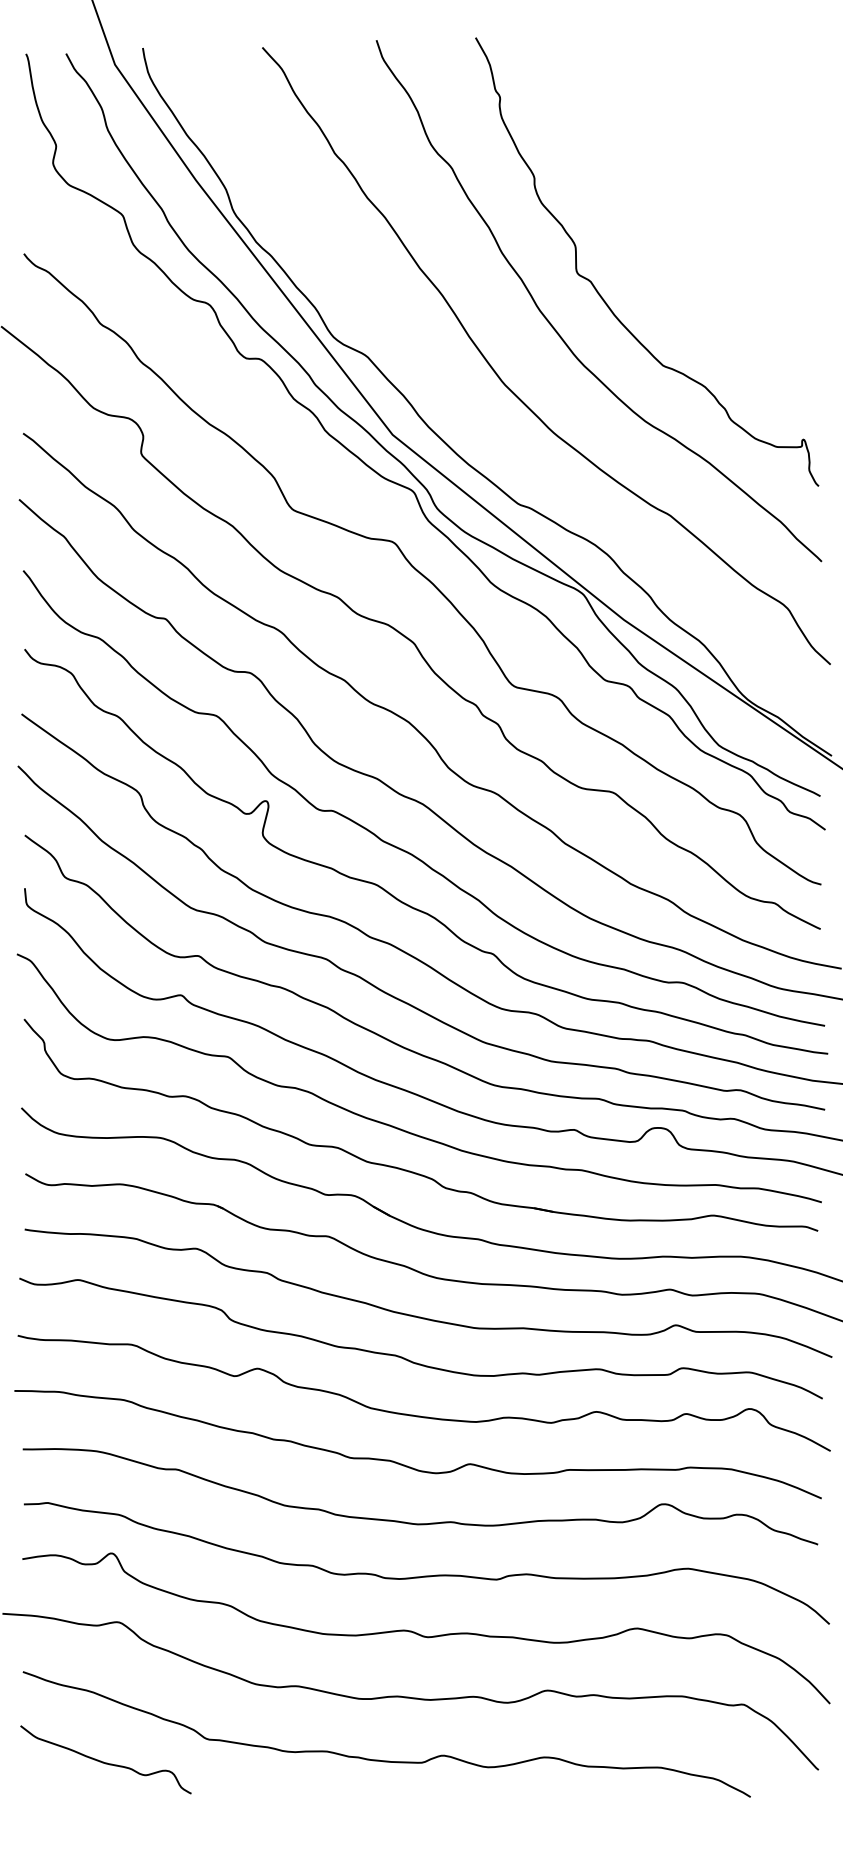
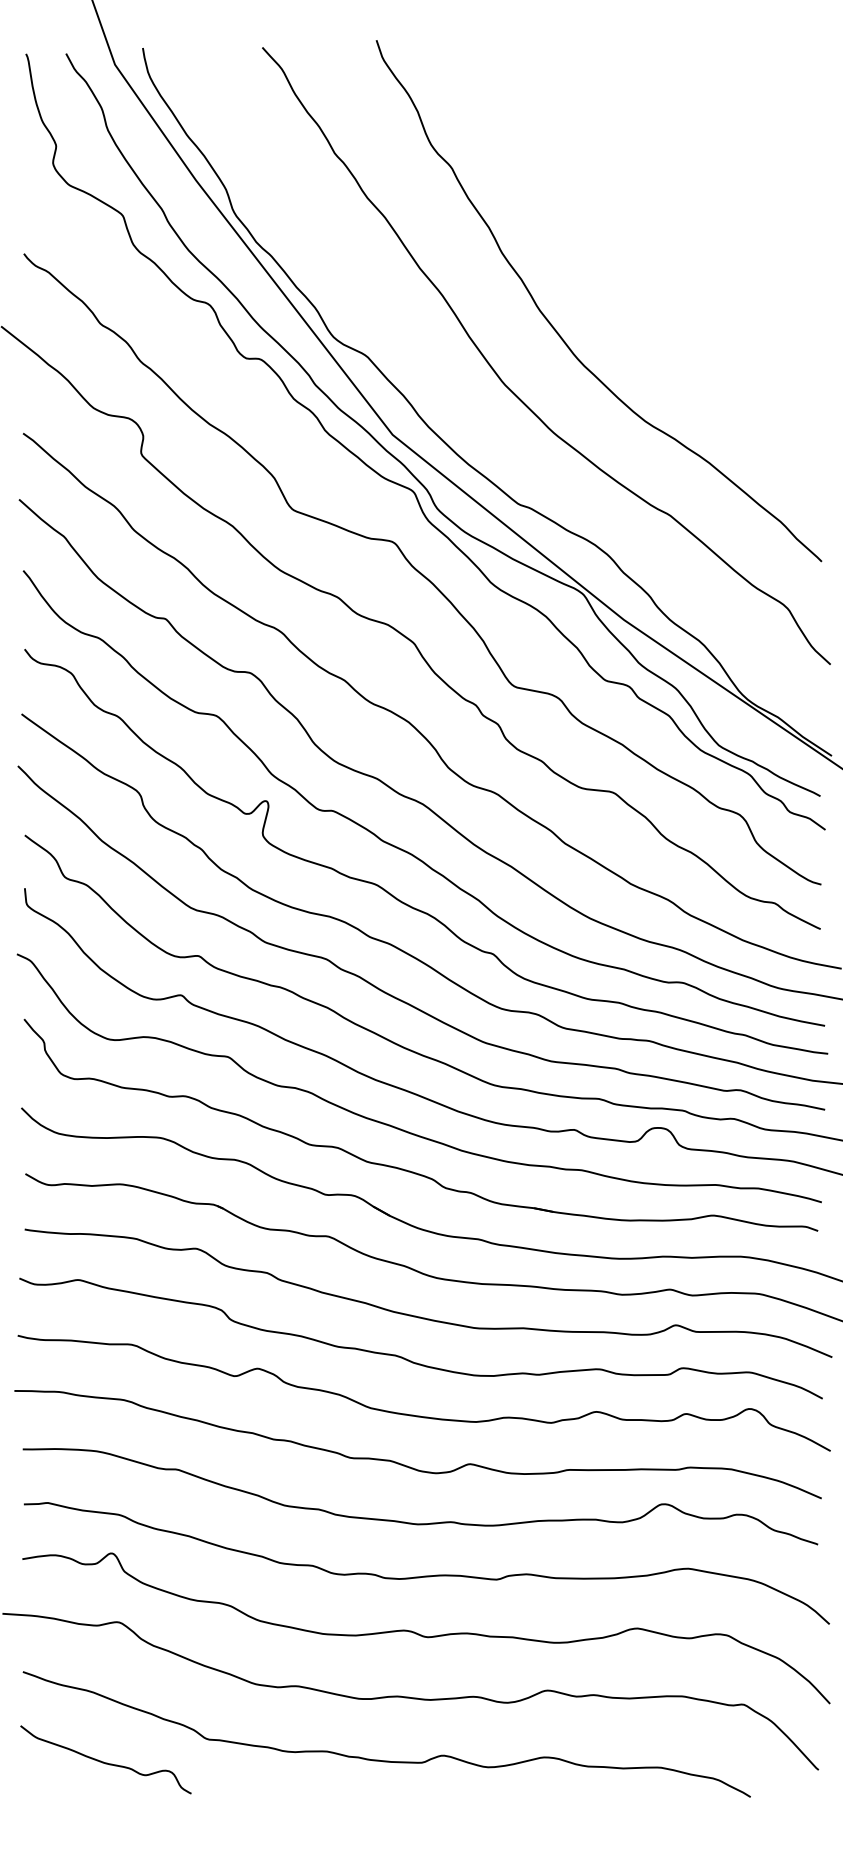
curve at (599, 292): present -> none
